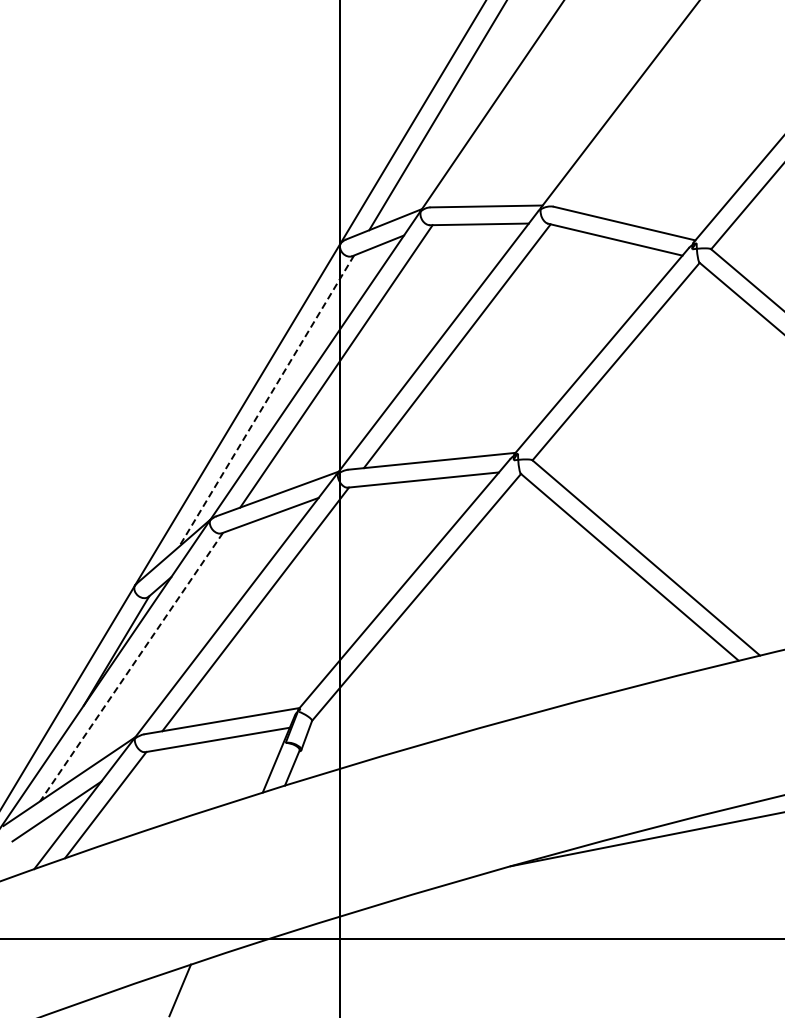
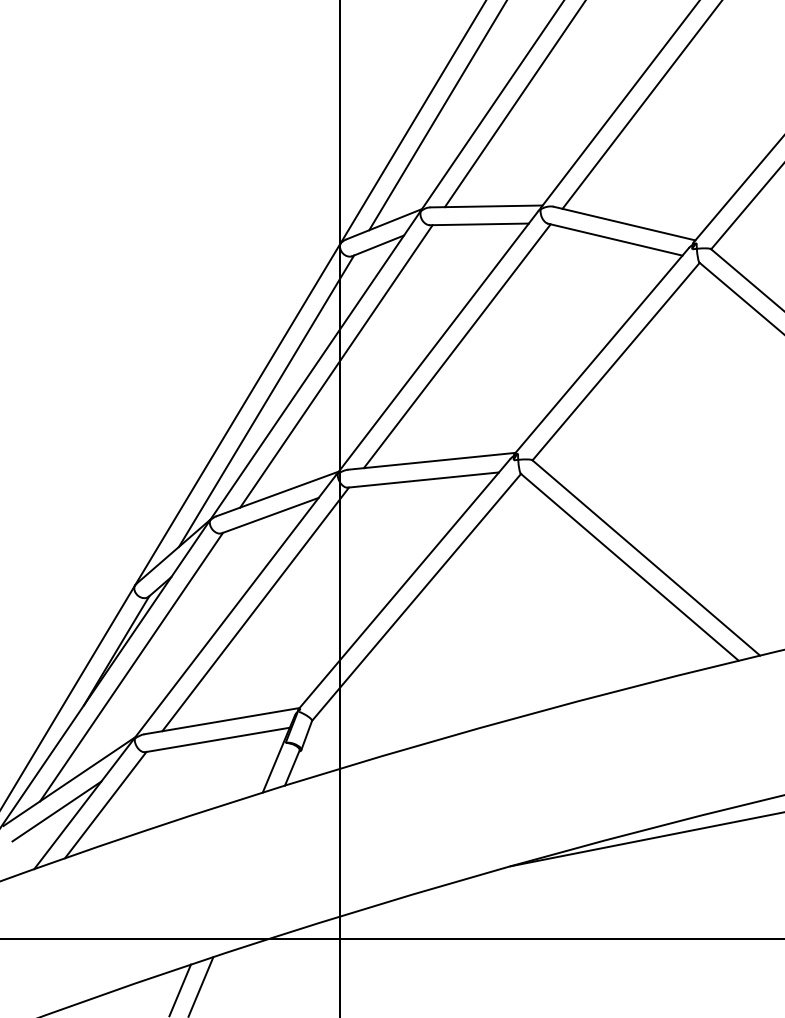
line at (514, 104): none -> present
line at (641, 105): none -> present
line at (266, 401): dashed -> solid
line at (131, 667): dashed -> solid
line at (201, 985): none -> present
